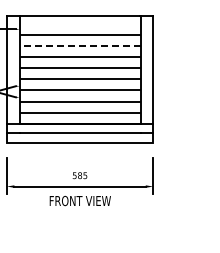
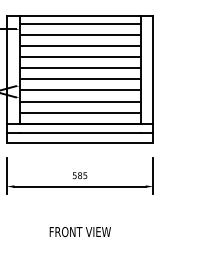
line at (79, 23): none -> present
line at (79, 45): dashed -> solid
text at (79, 200) position: (79, 200) -> (79, 231)
